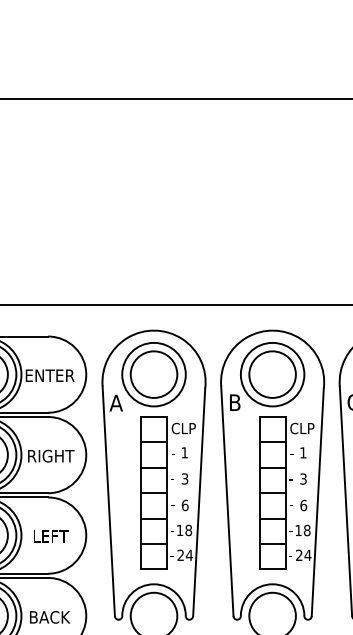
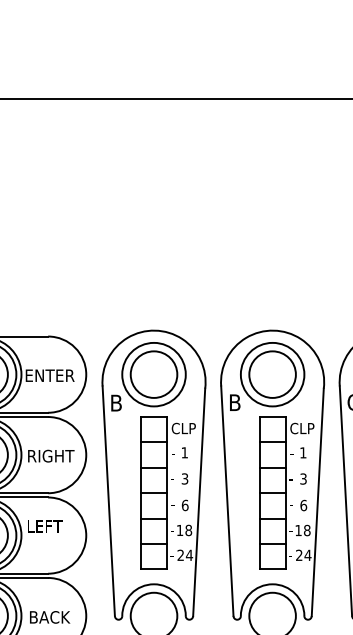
line at (175, 305): present -> none
text at (115, 402): A -> B
text at (51, 536) position: (51, 536) -> (45, 526)
